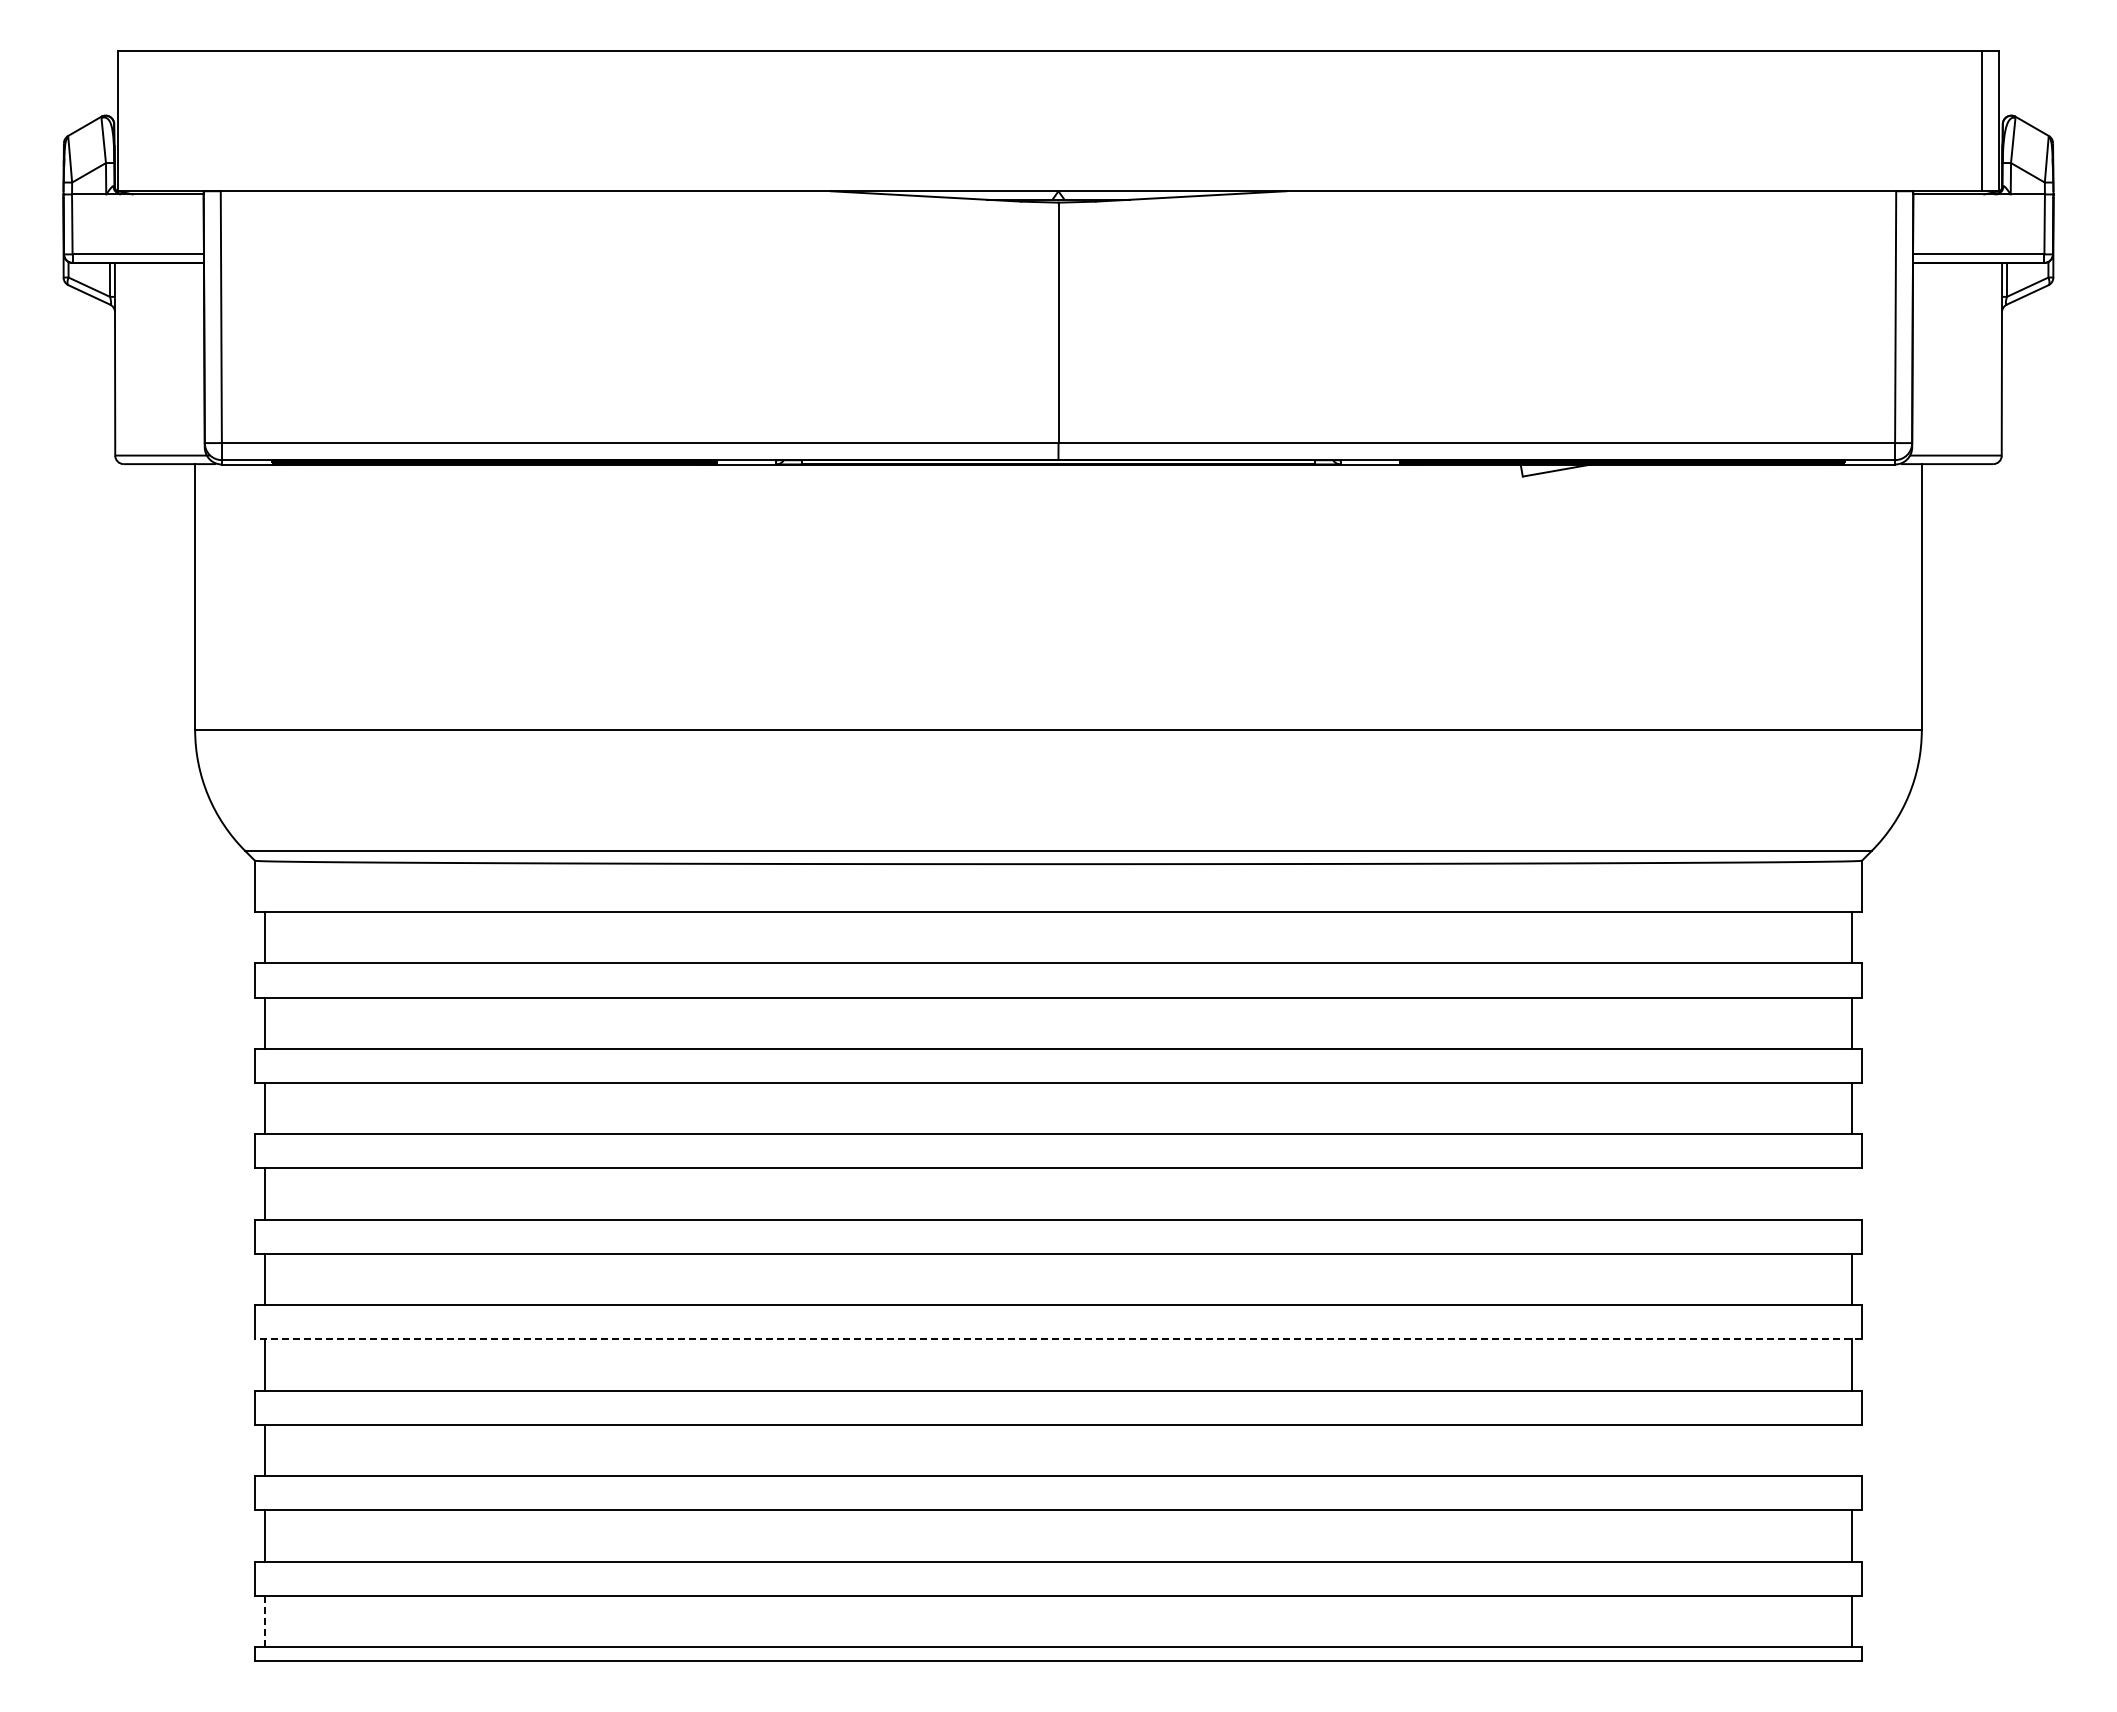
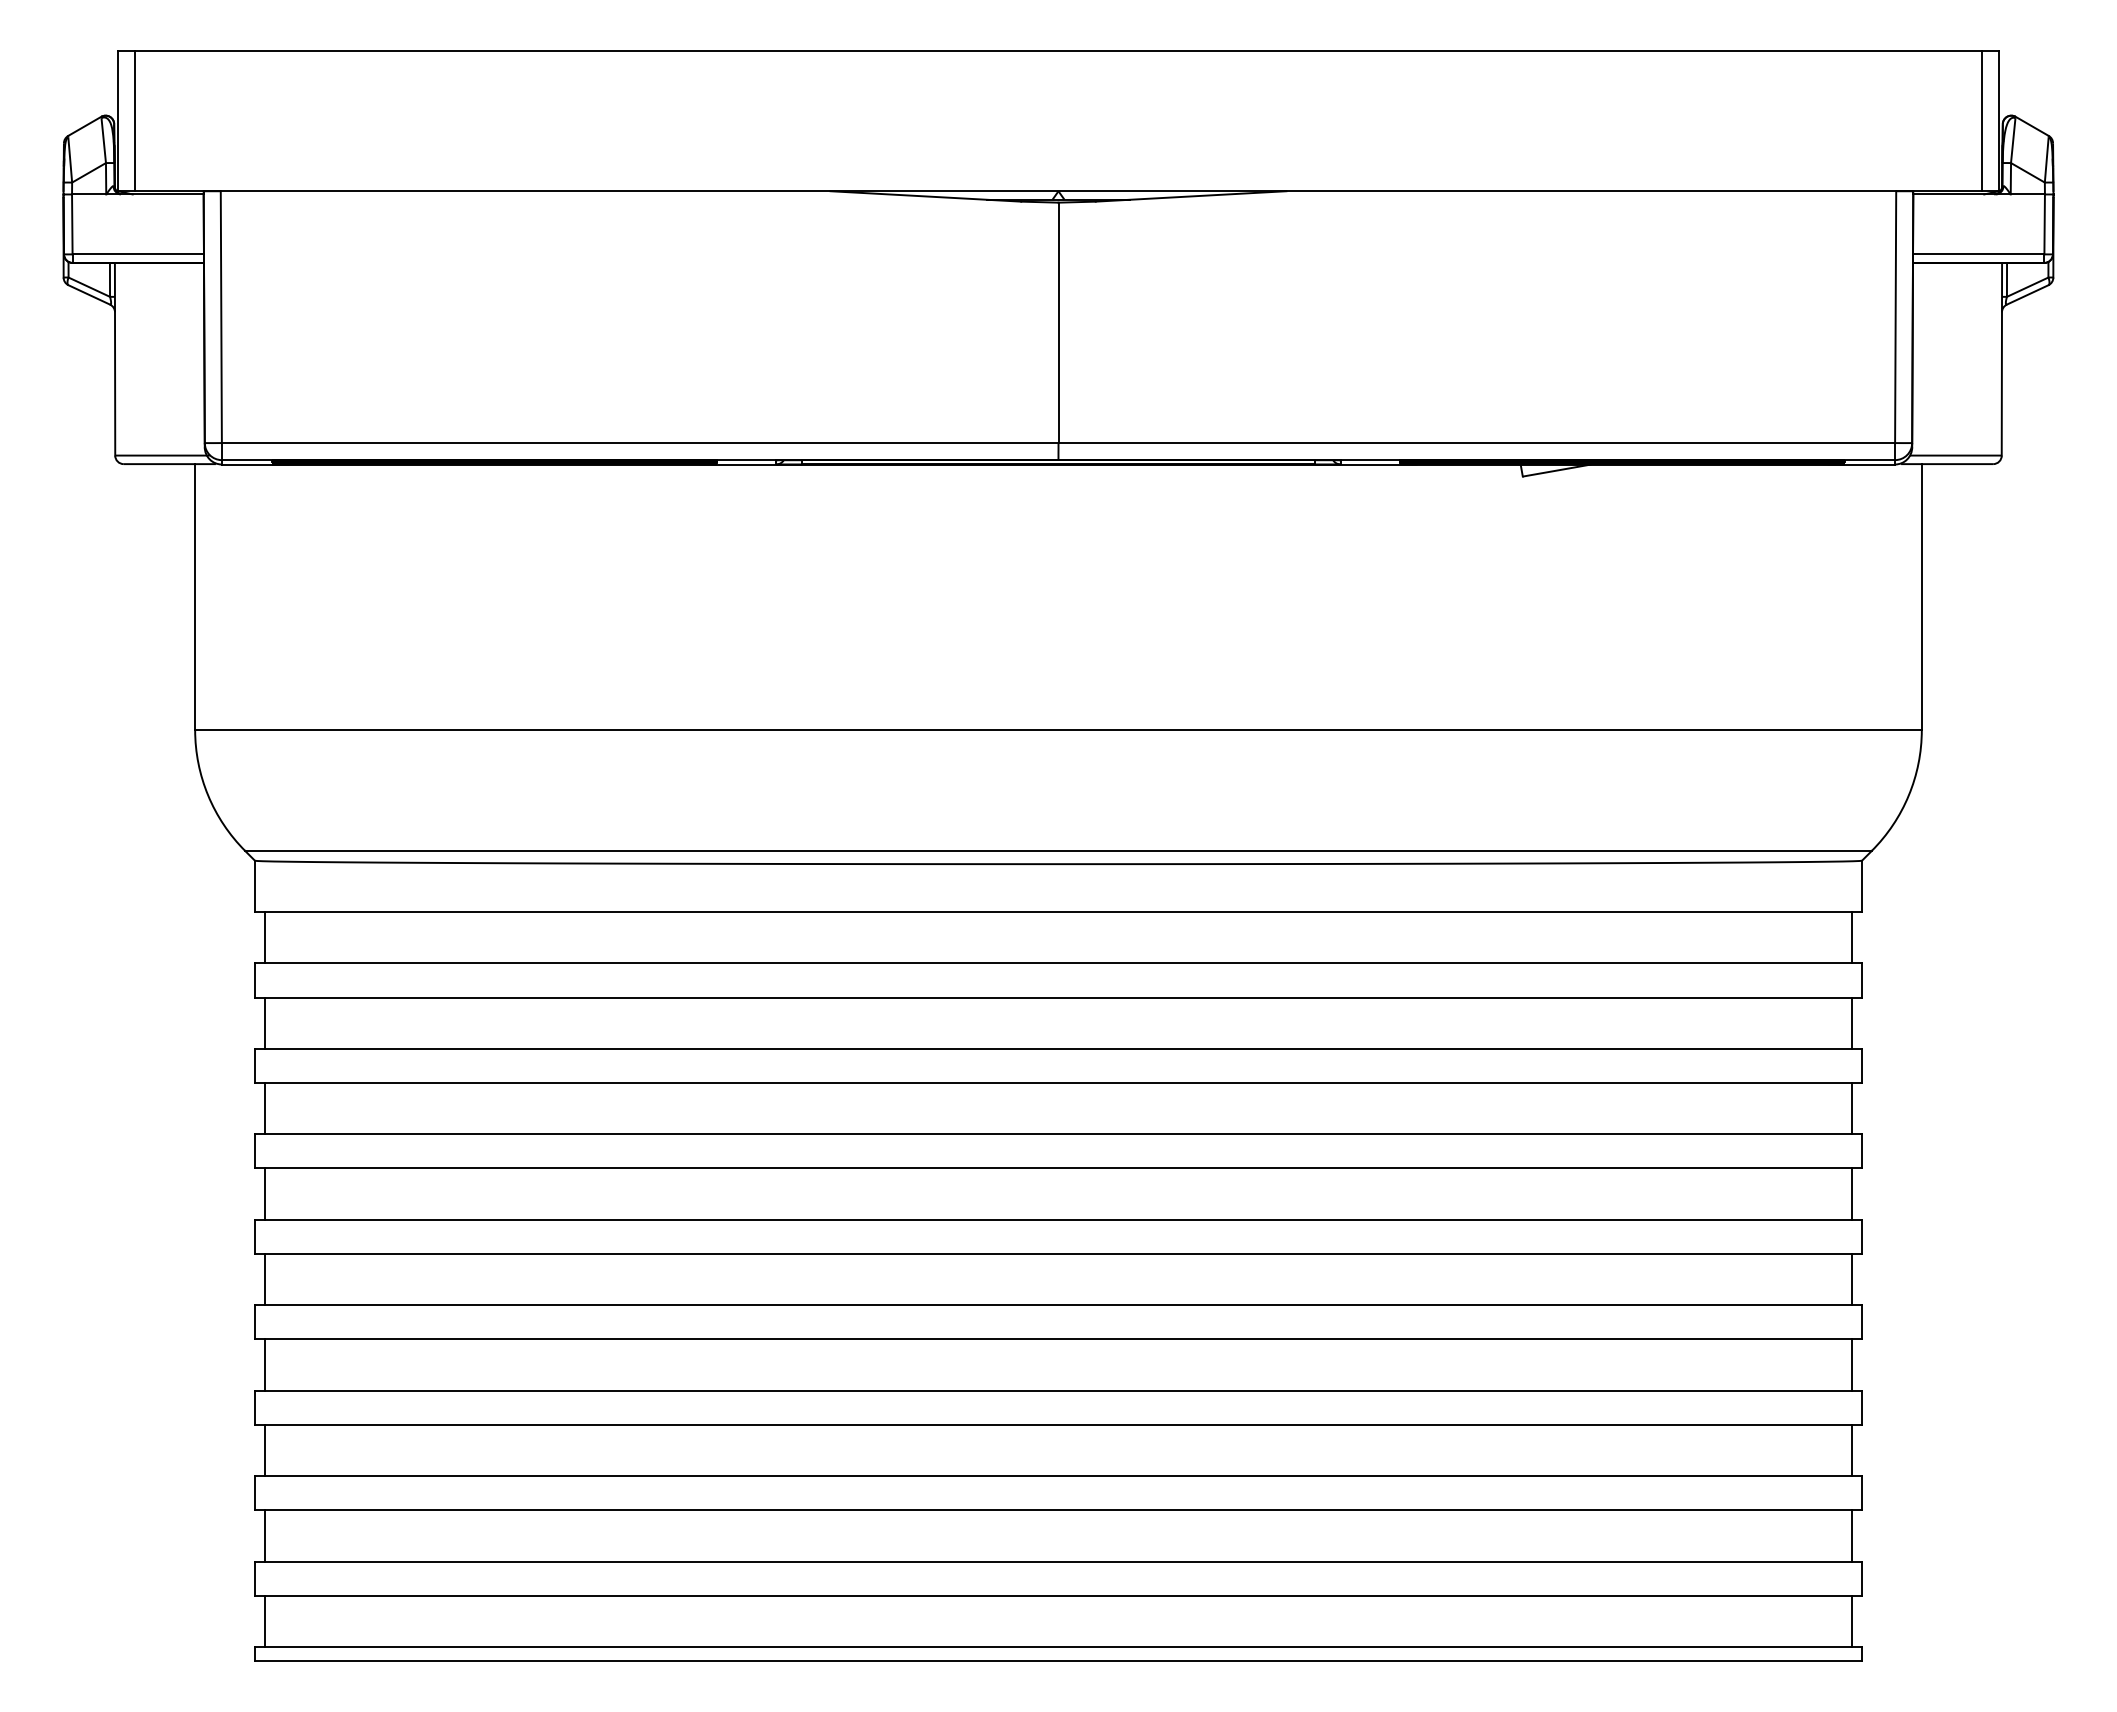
line at (135, 121): none -> present
line at (1851, 1193): none -> present
line at (1058, 1339): dashed -> solid
line at (1851, 1450): none -> present
line at (265, 1621): dashed -> solid
